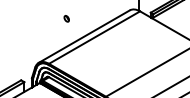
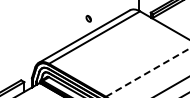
part at (66, 18) position: (66, 18) -> (88, 18)
line at (148, 72): solid -> dashed
